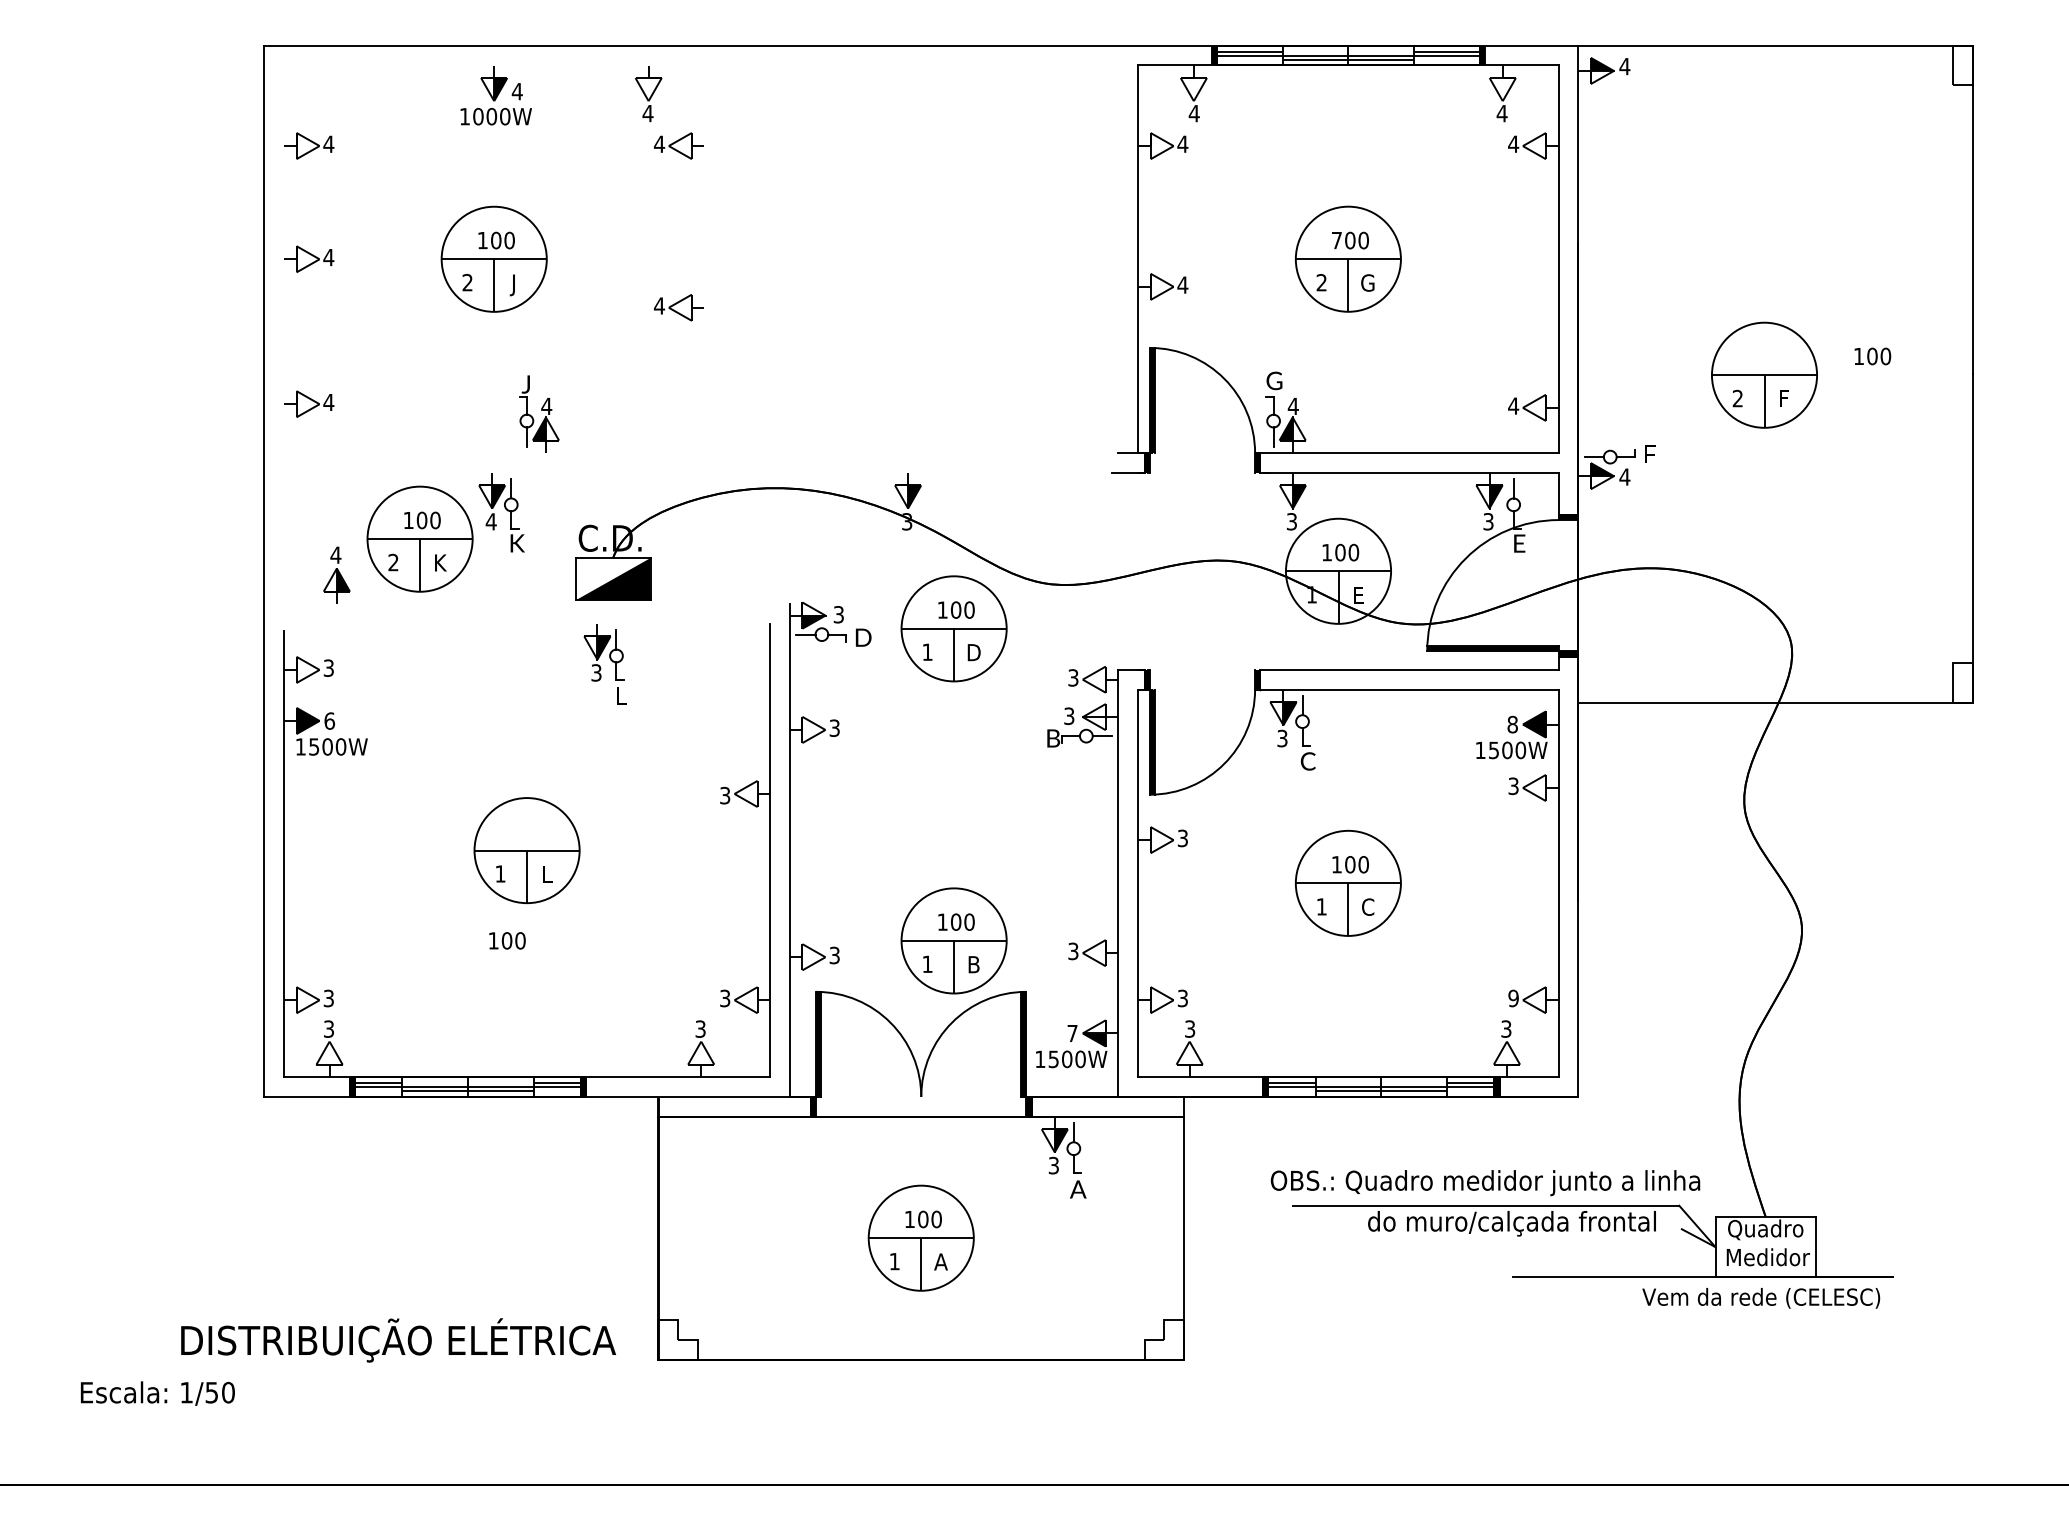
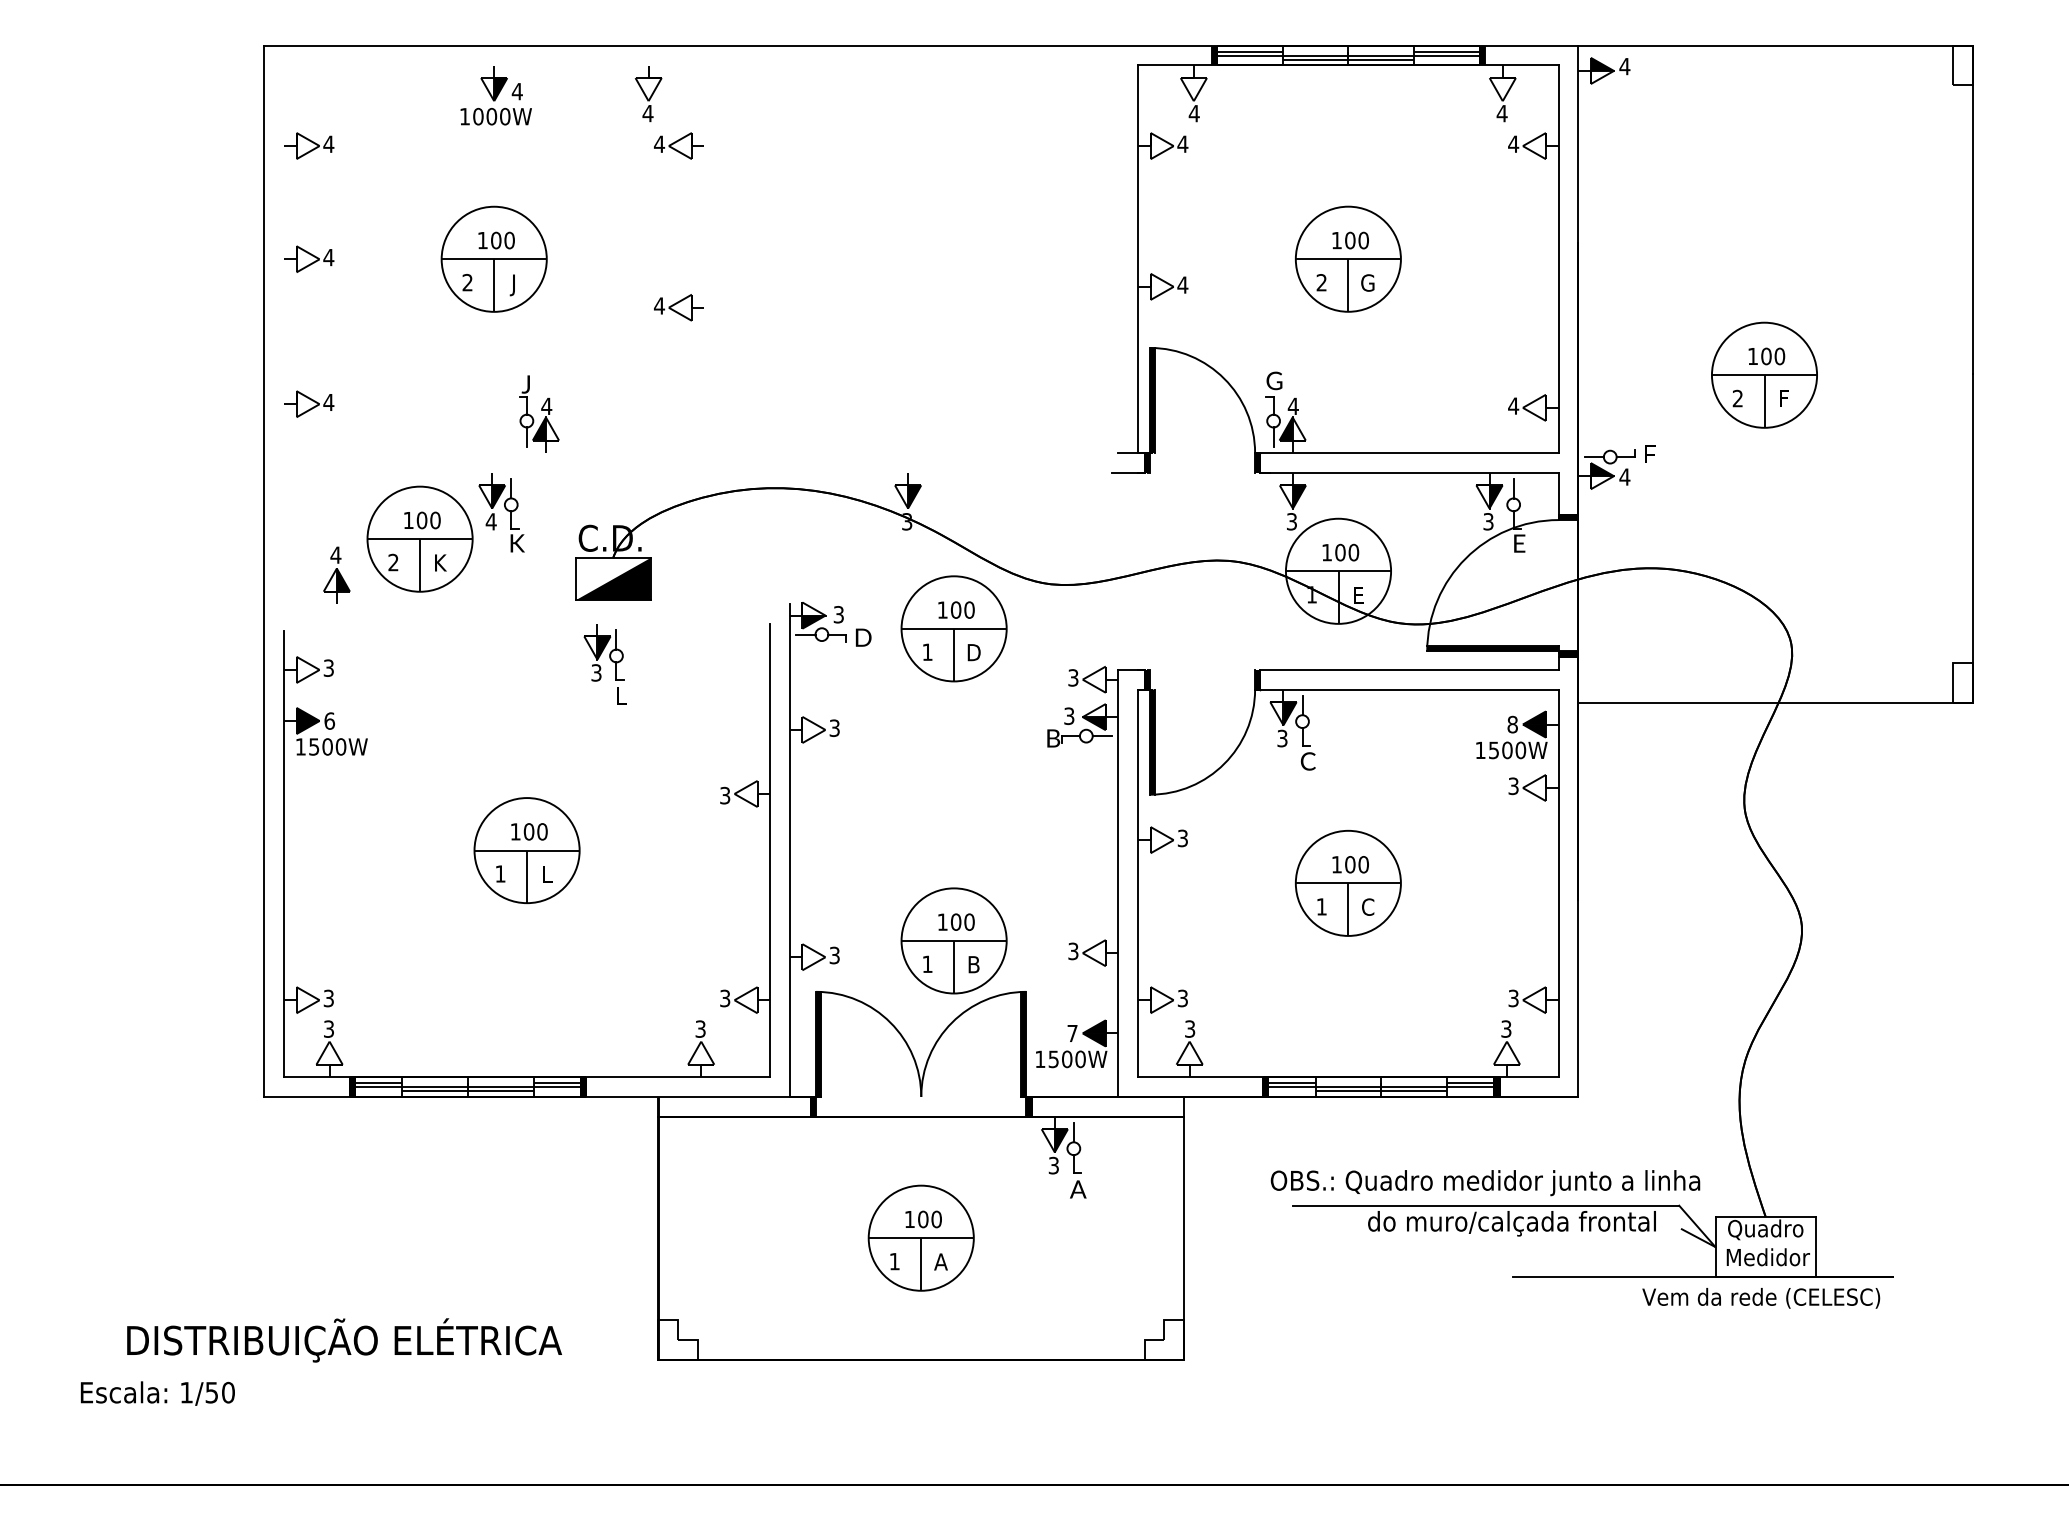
text at (1336, 240): 700 -> 100
text at (1872, 356) position: (1872, 356) -> (1766, 356)
fill at (1093, 723): none -> present
text at (507, 940) position: (507, 940) -> (529, 831)
text at (1513, 998): 9 -> 3
fill at (1093, 1026): none -> present
text at (398, 1340) position: (398, 1340) -> (344, 1340)
